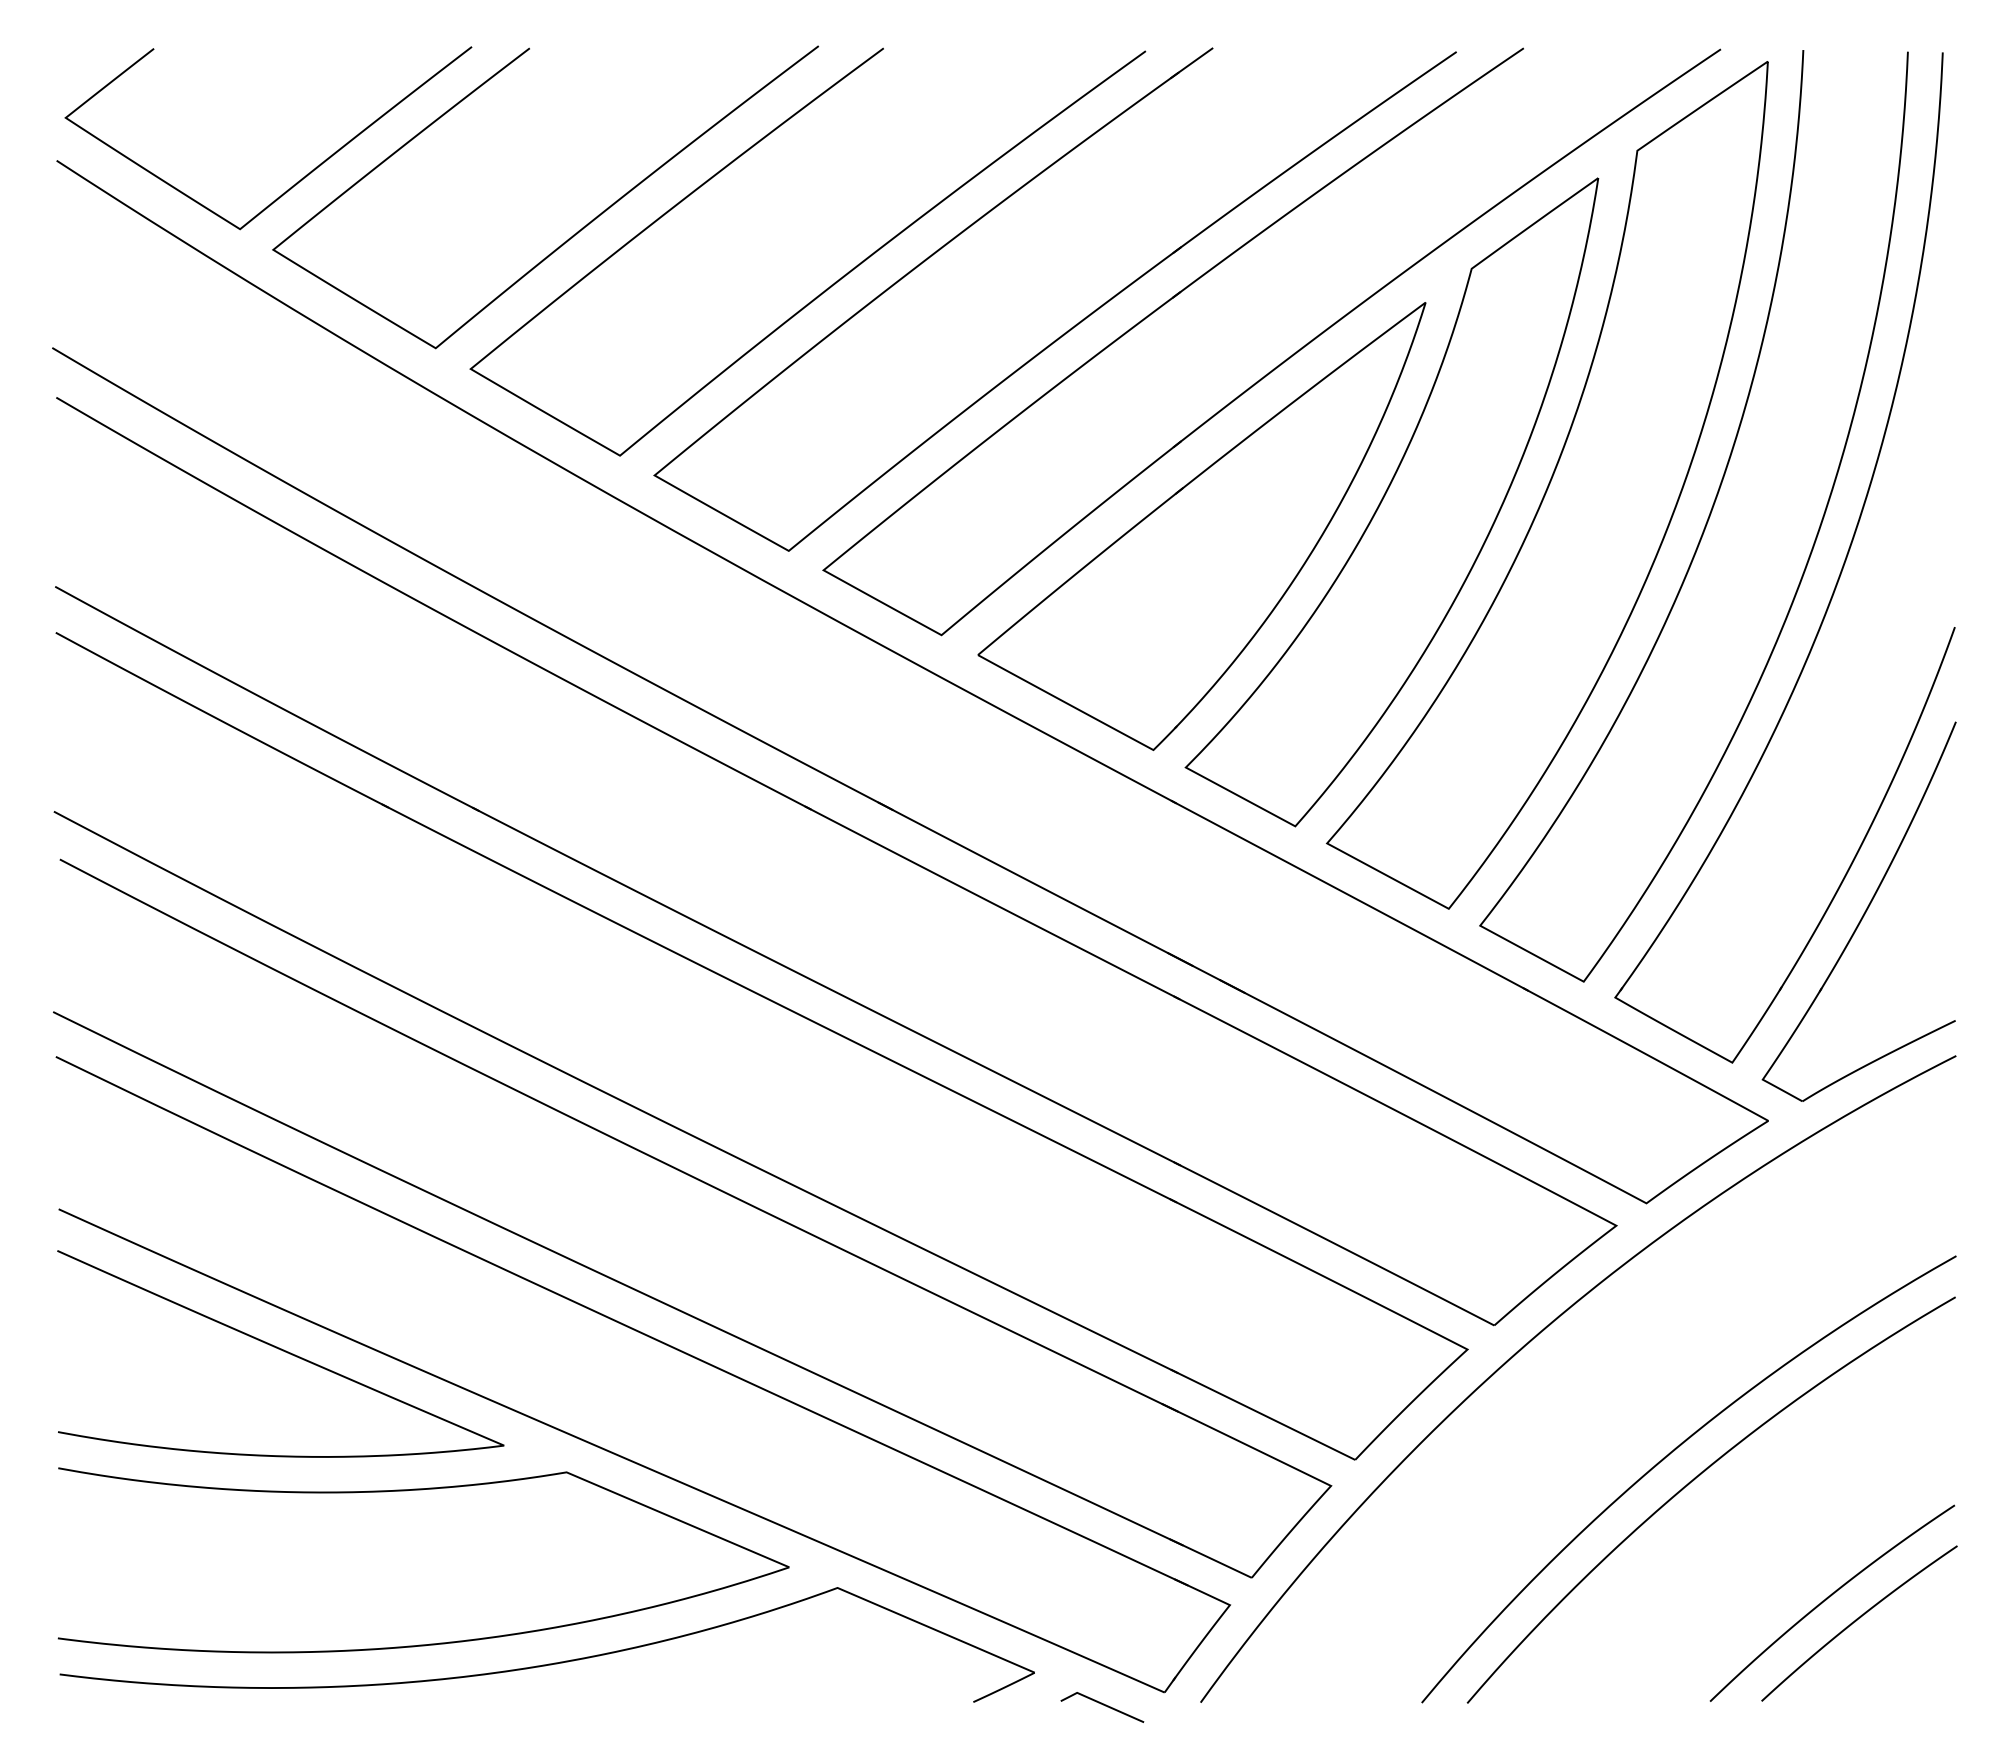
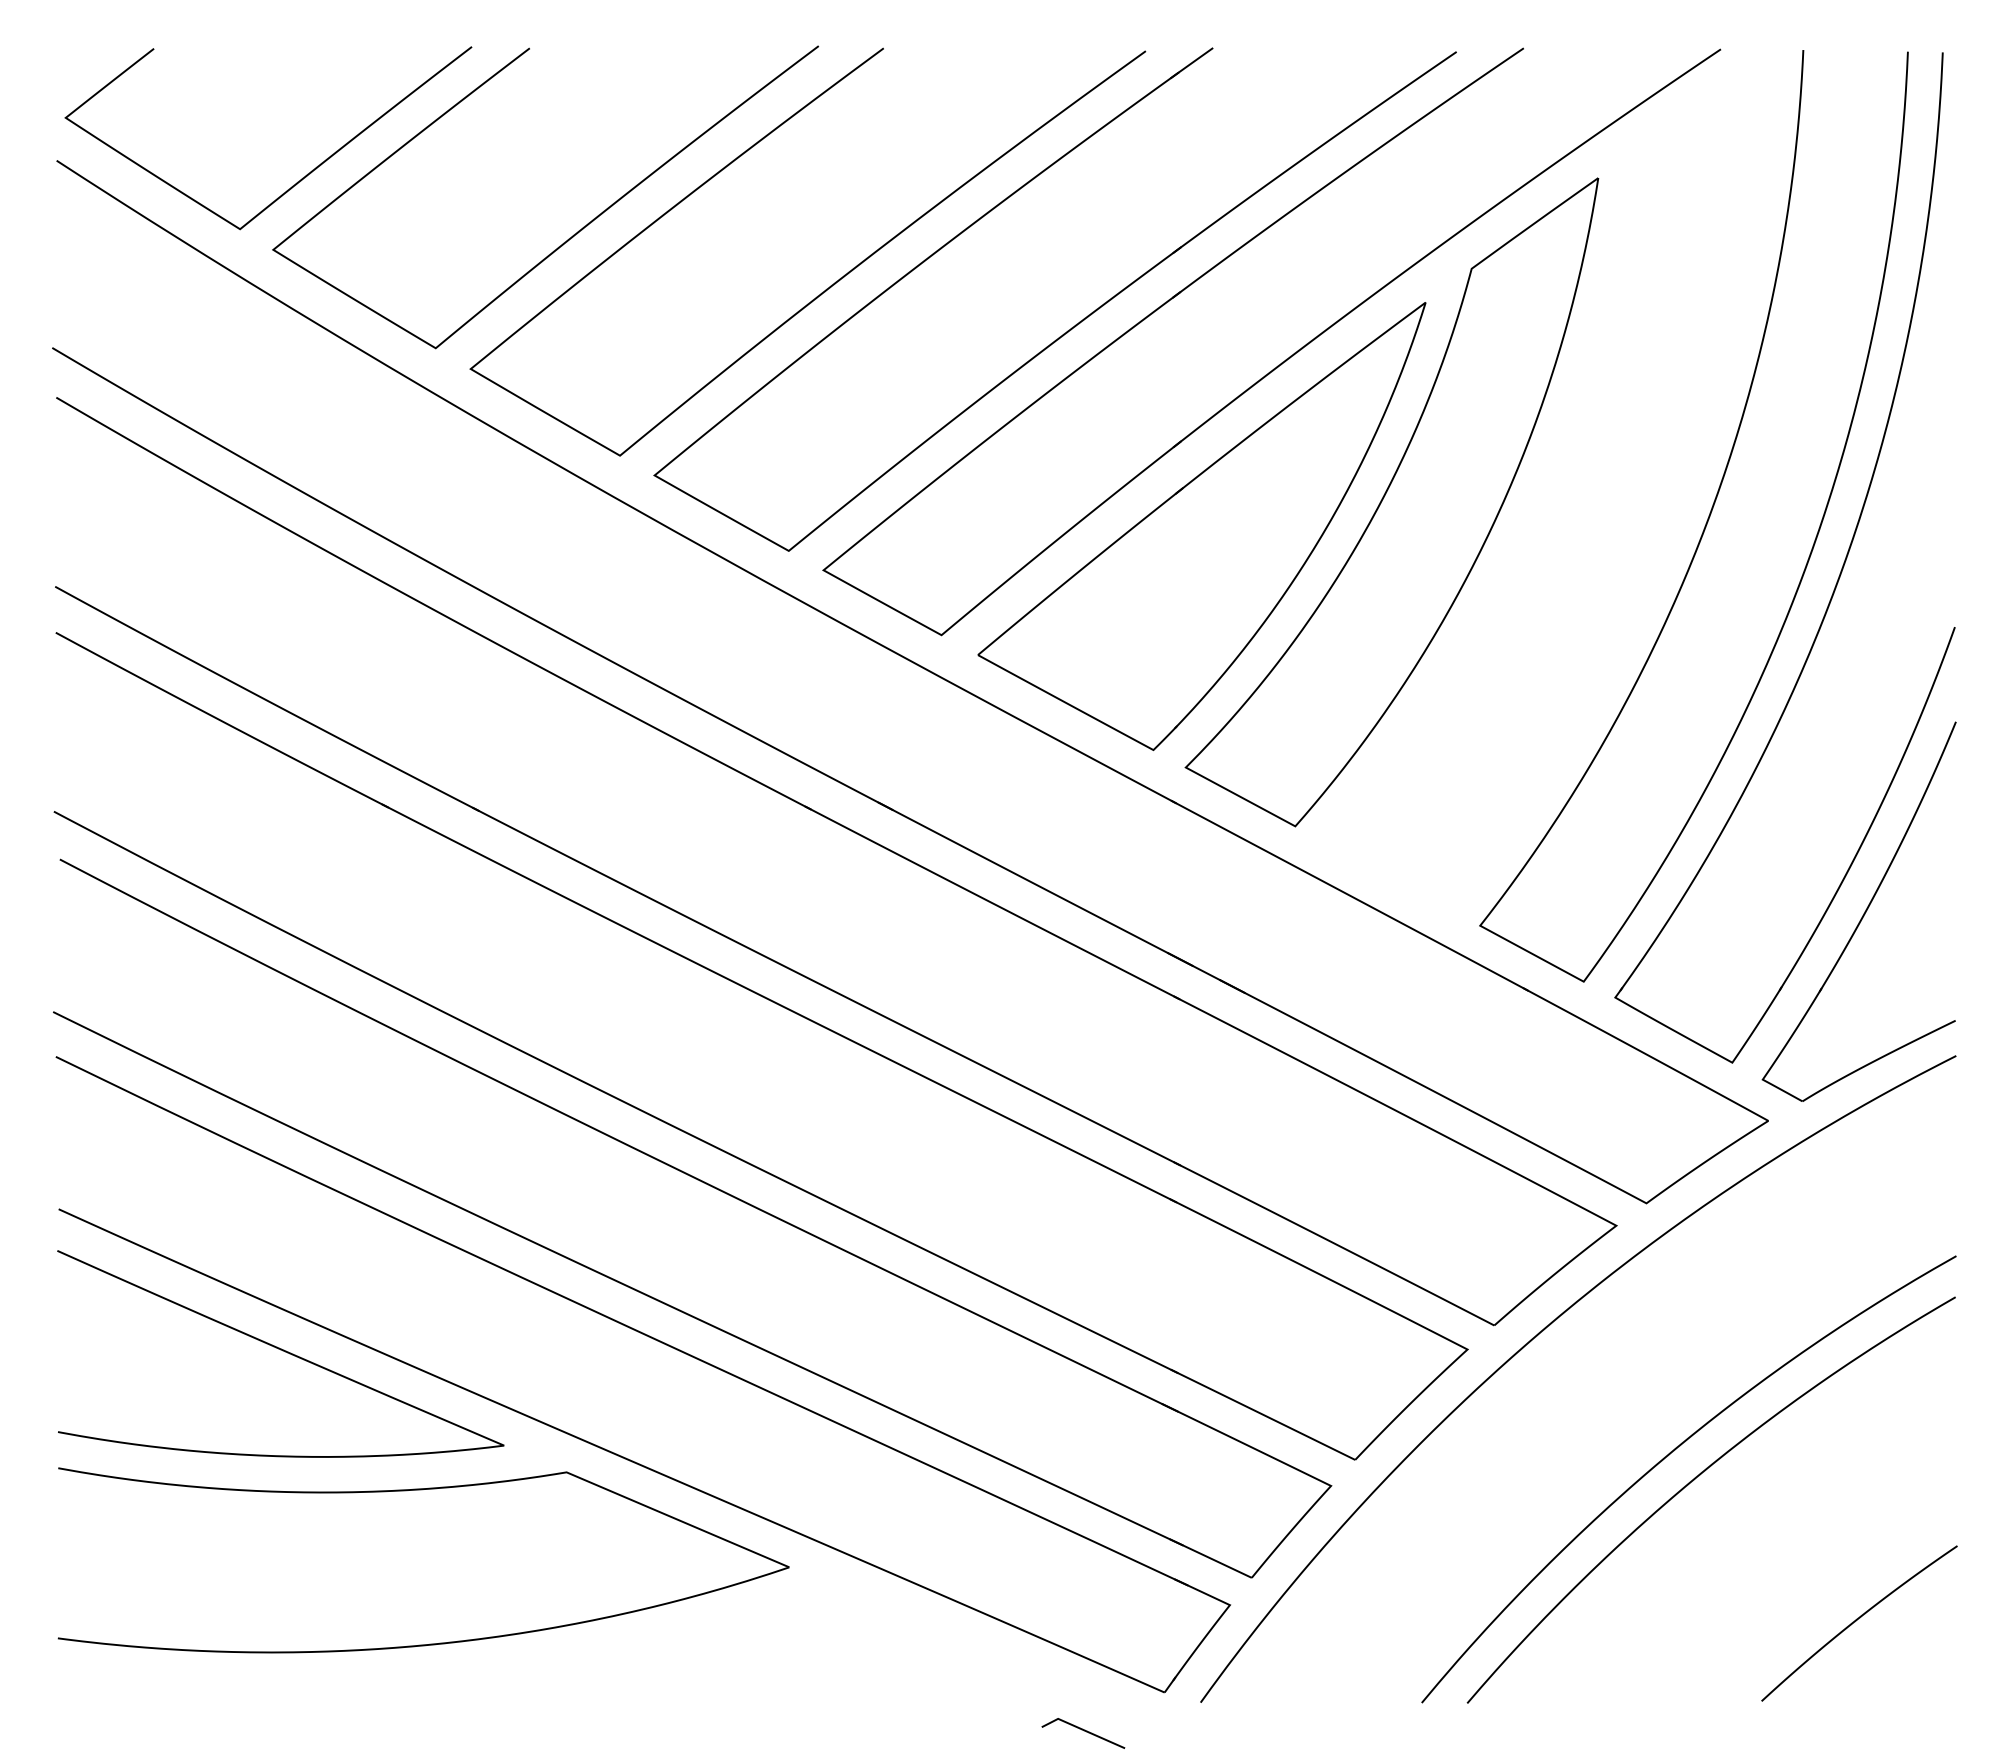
part at (1547, 485): present -> none
curve at (1828, 1598): present -> none
part at (548, 1663): present -> none
curve at (1103, 1705) position: (1103, 1705) -> (1084, 1731)
